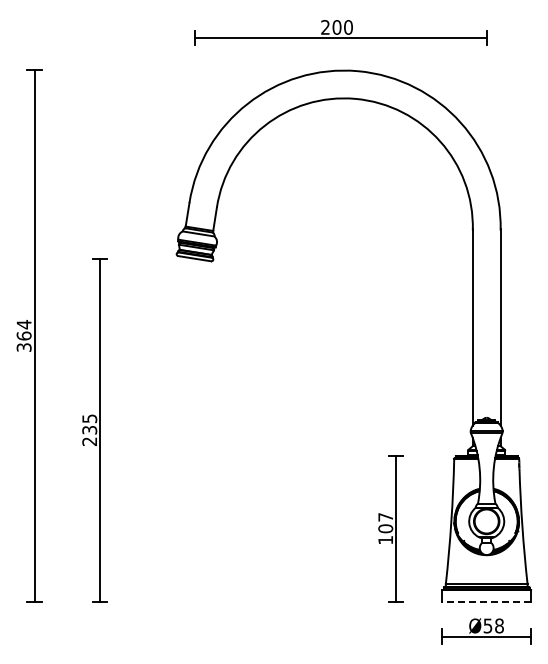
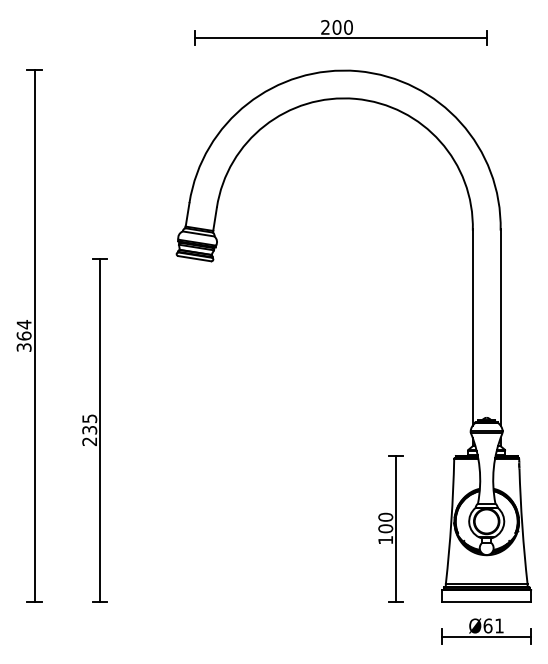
text at (385, 516): 107 -> 100
line at (486, 601): dashed -> solid
text at (493, 625): Ø58 -> Ø61
